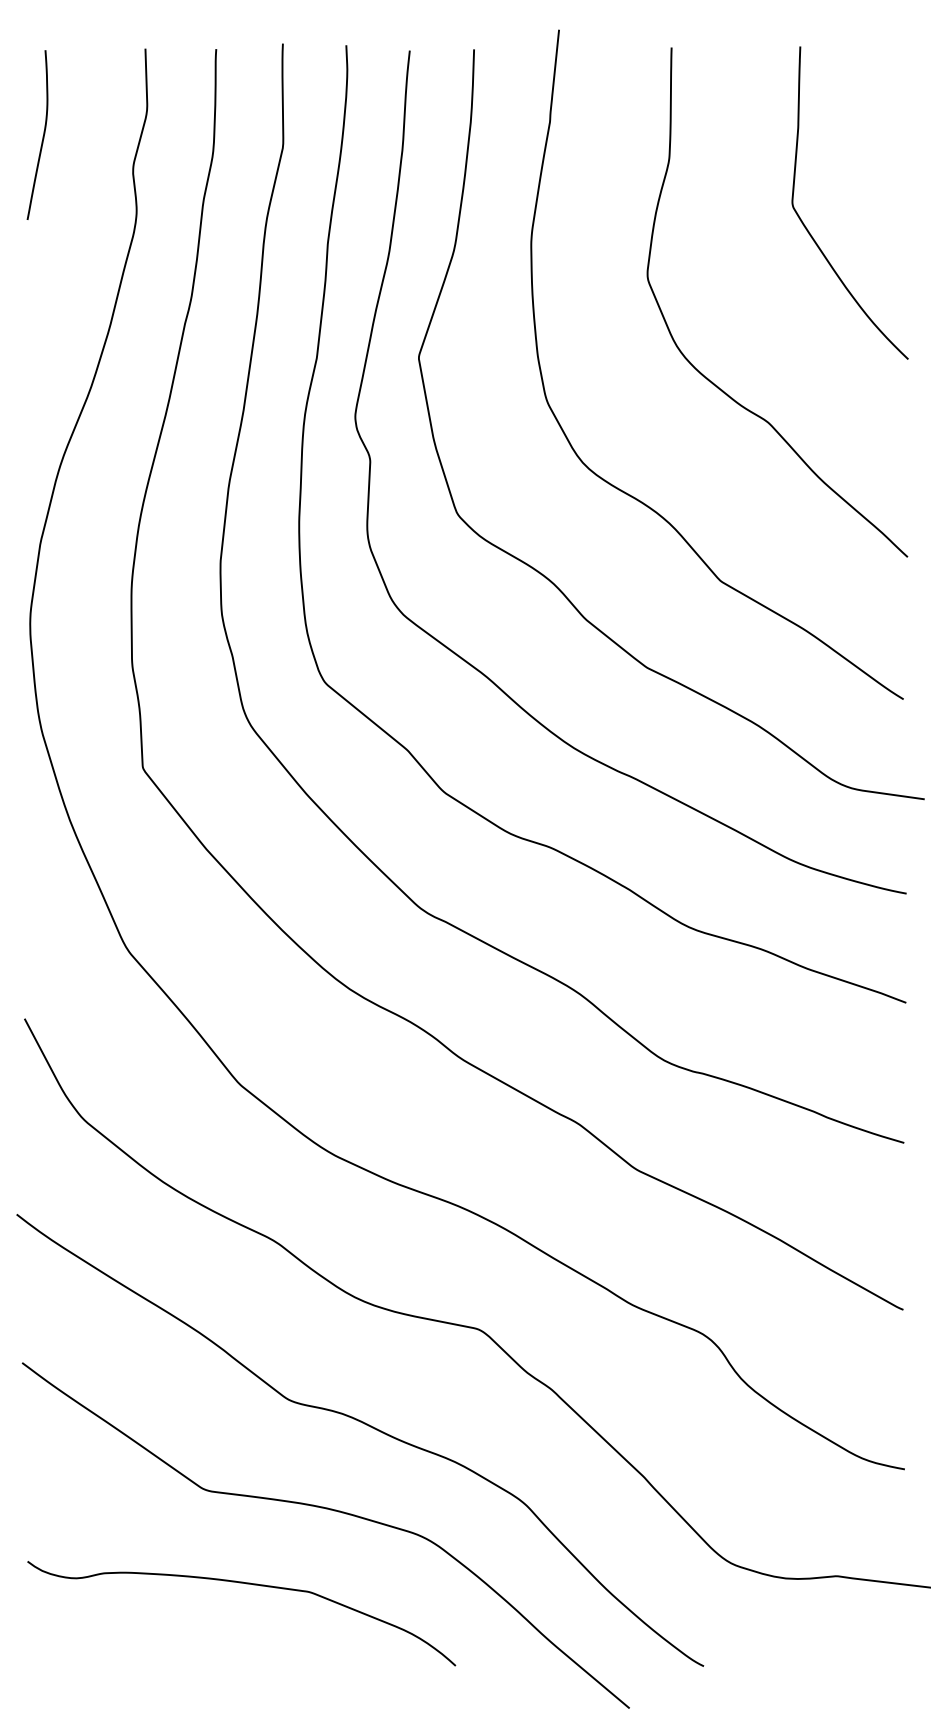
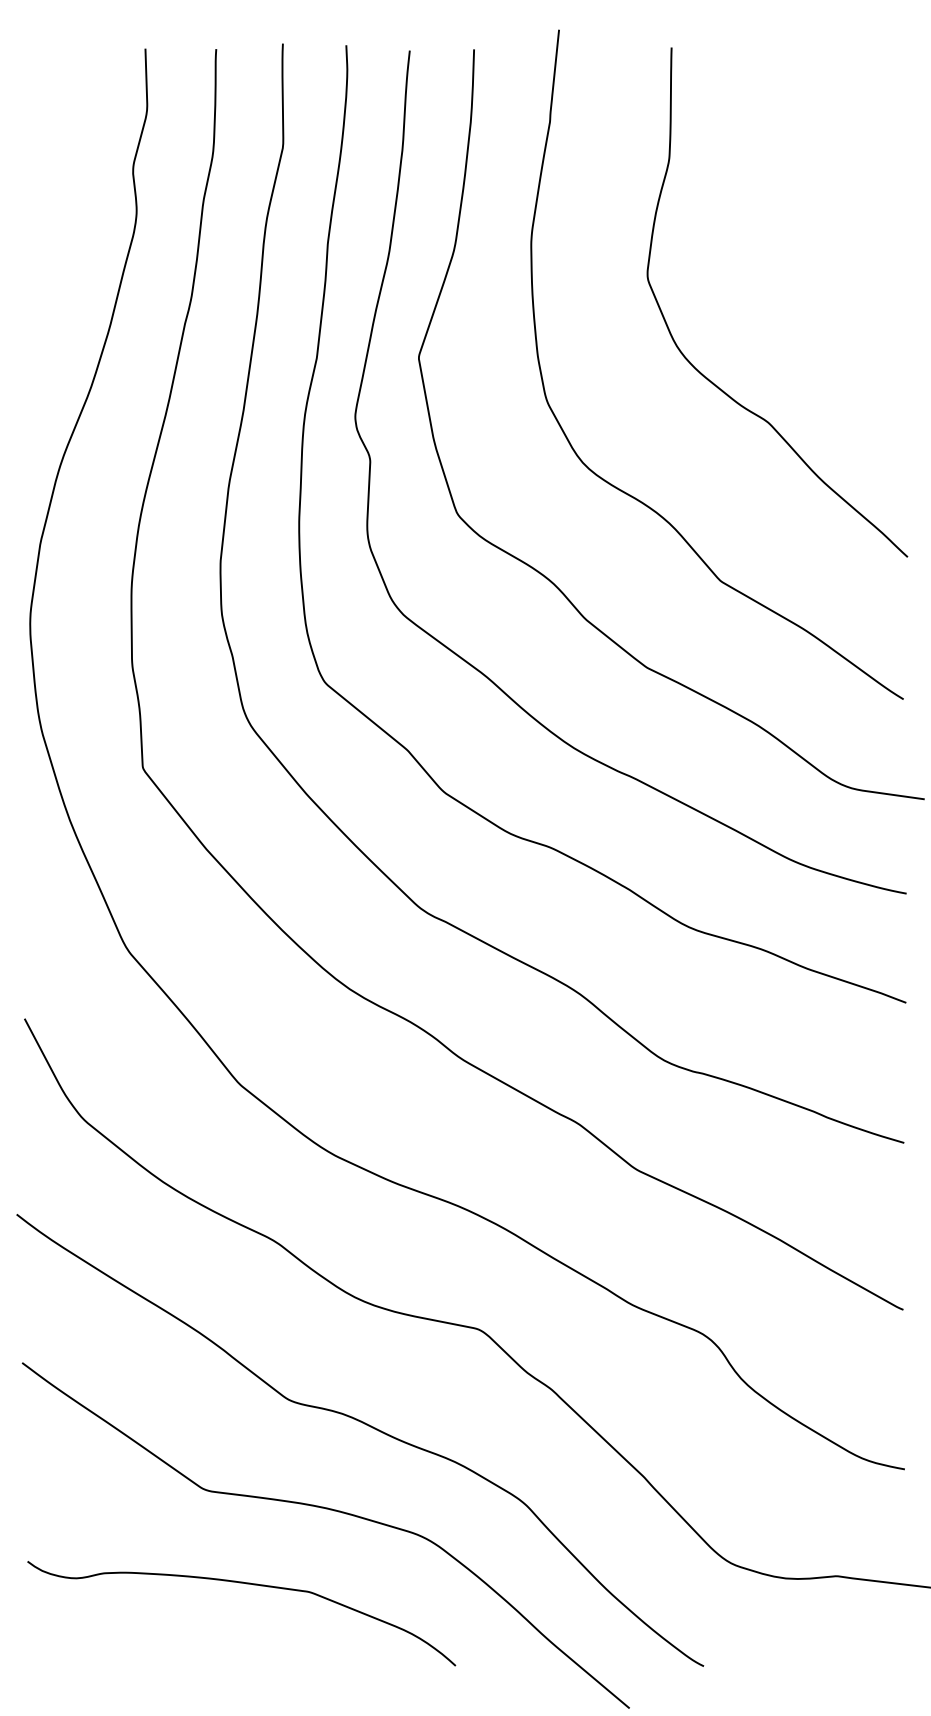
curve at (42, 136): present -> none
curve at (807, 228): present -> none
